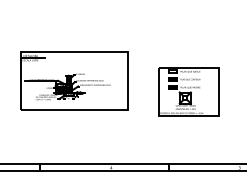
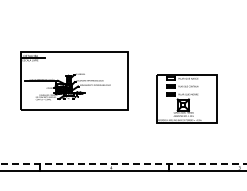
part at (188, 91) position: (188, 91) -> (186, 98)
line at (123, 164): solid -> dashed
